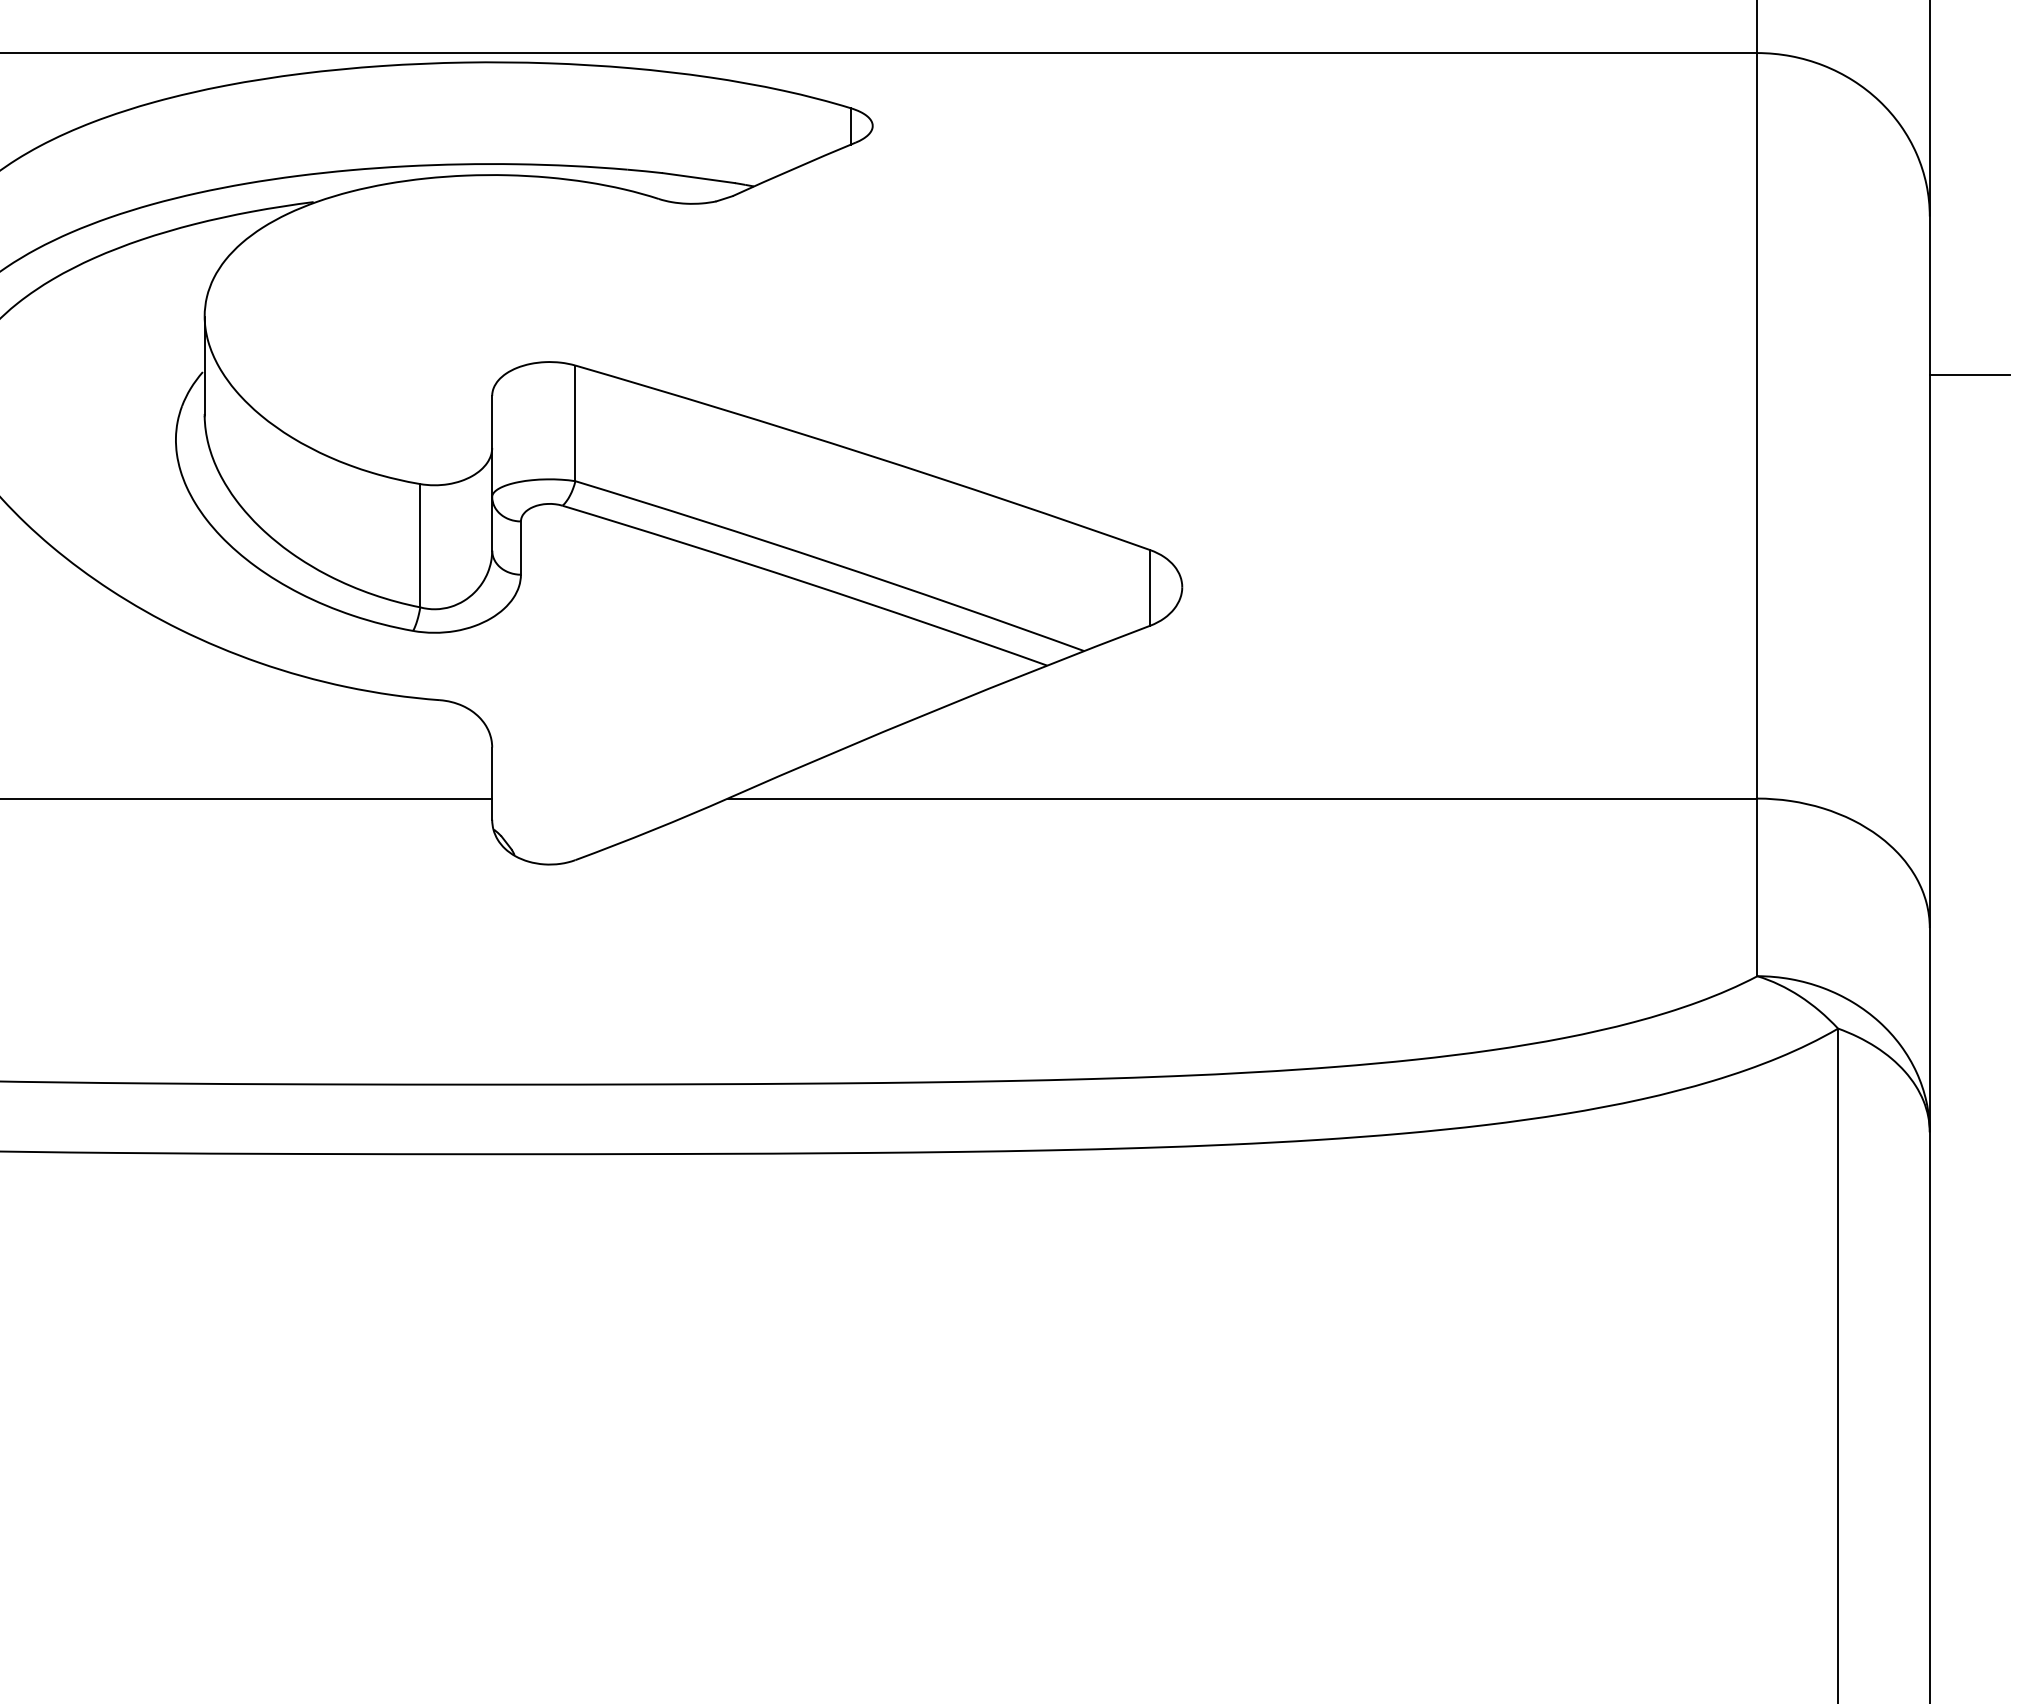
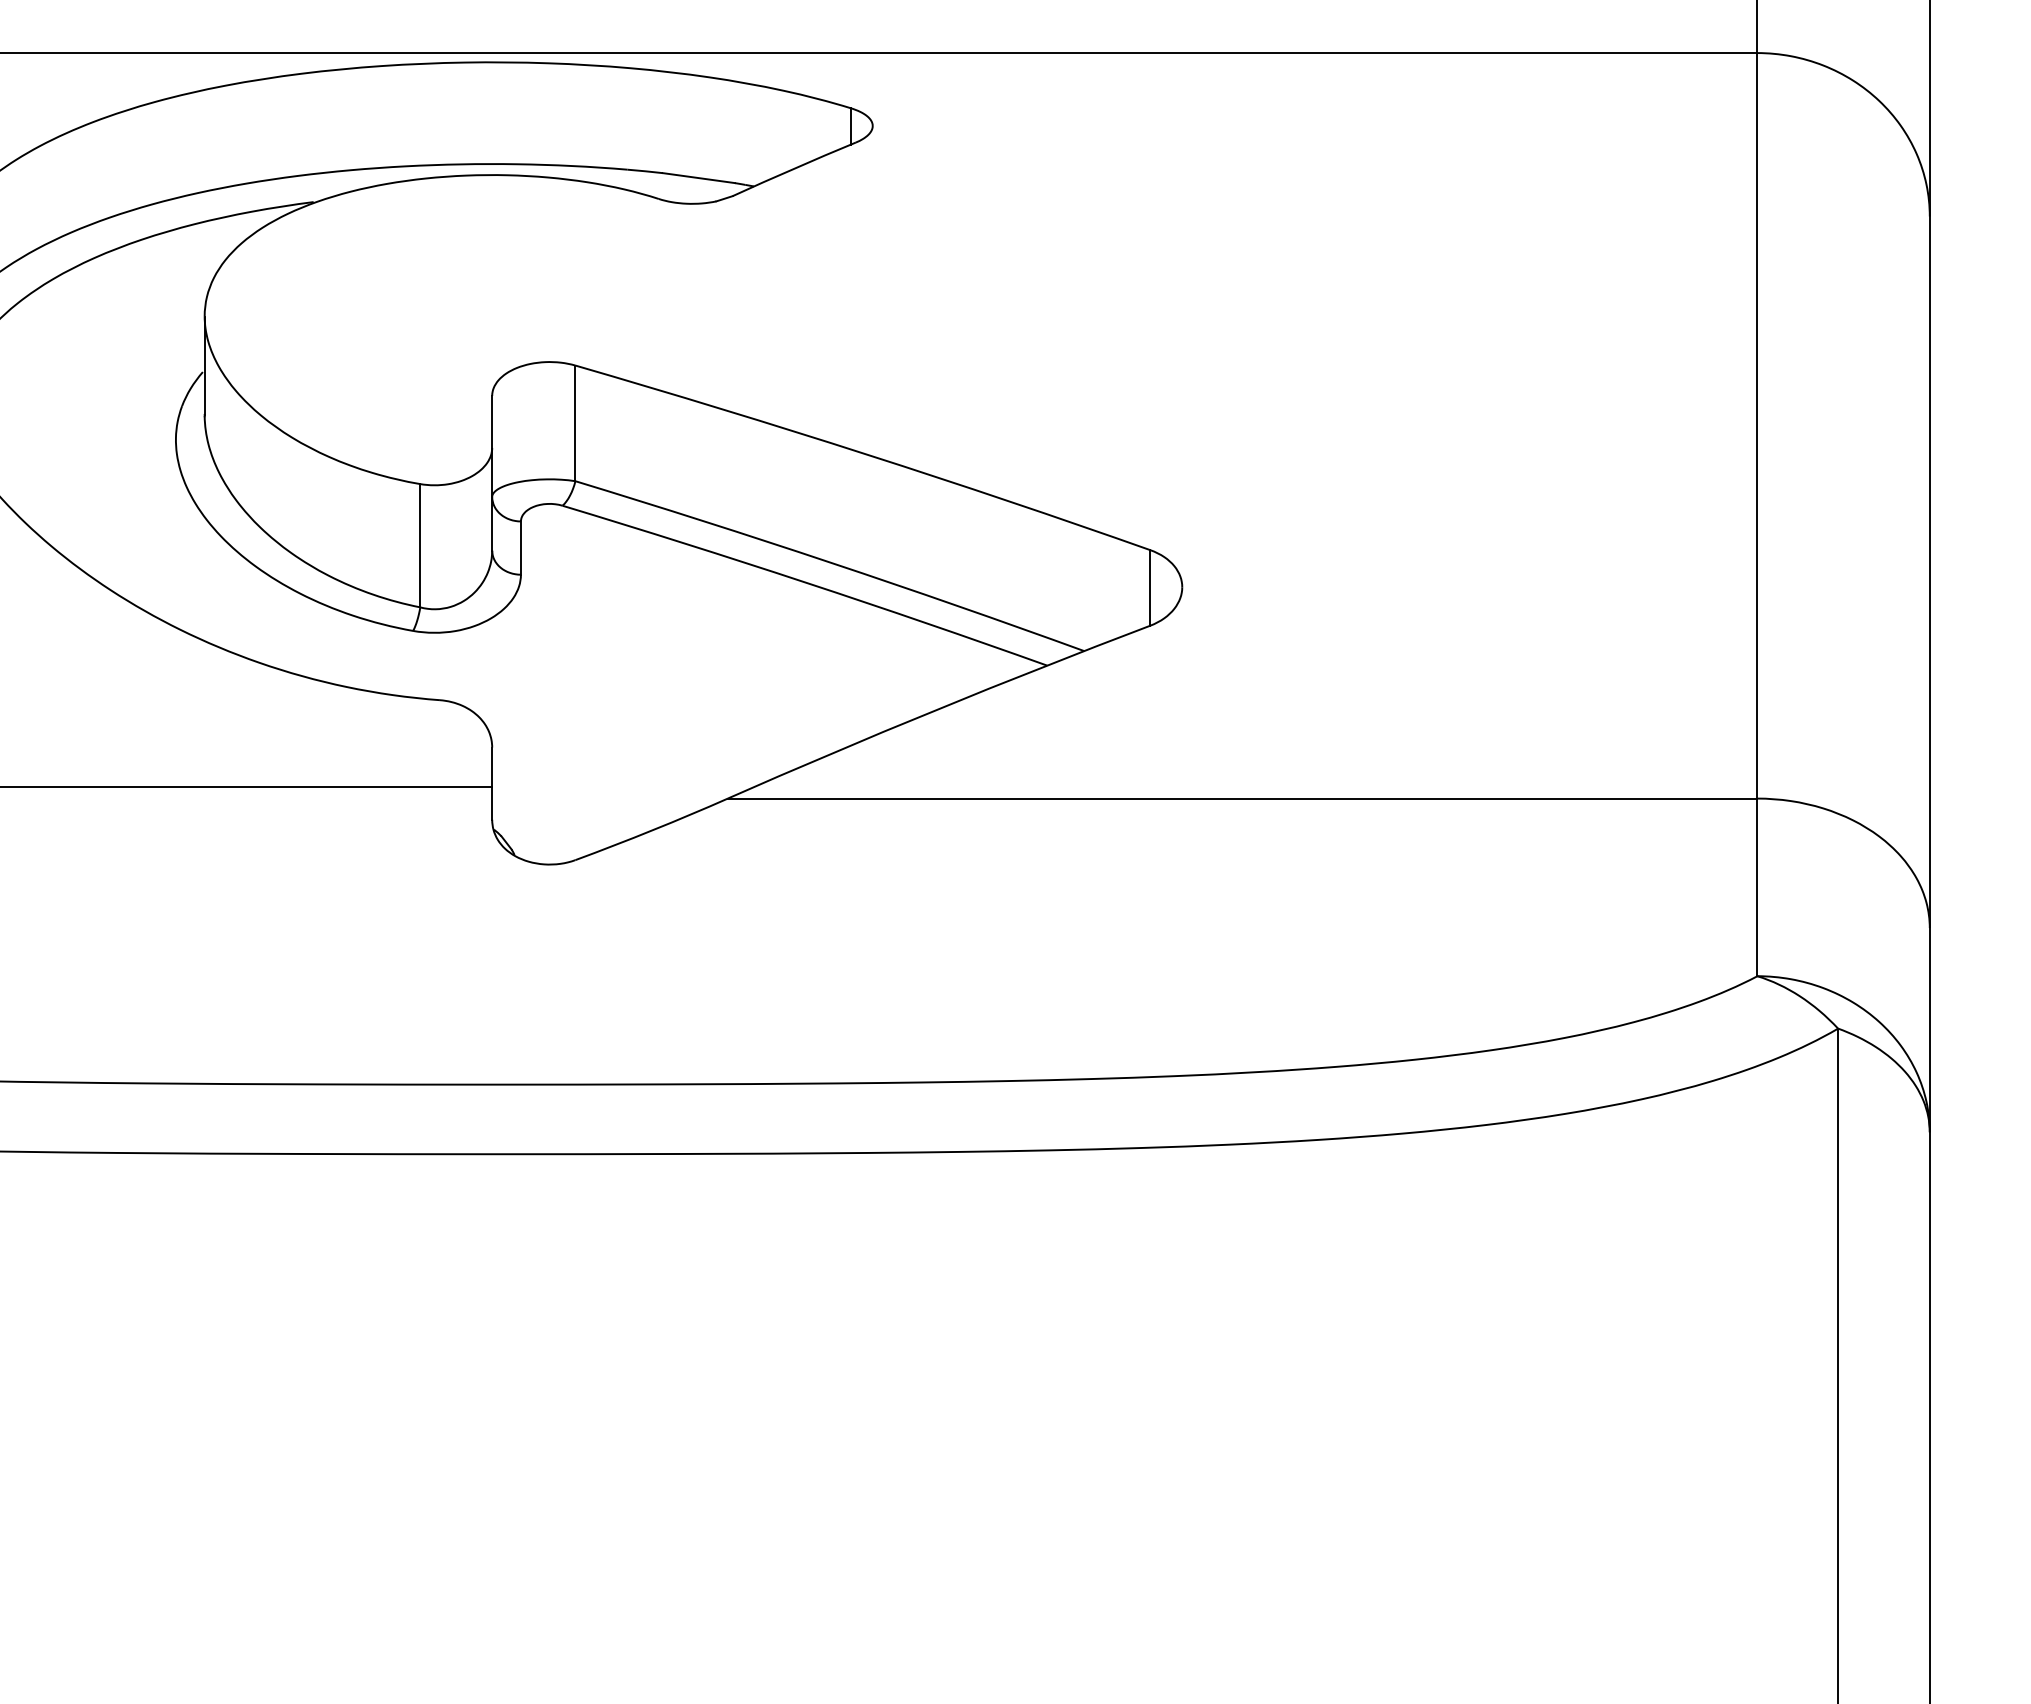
line at (1969, 375): present -> none
line at (247, 798) position: (247, 798) -> (247, 786)
